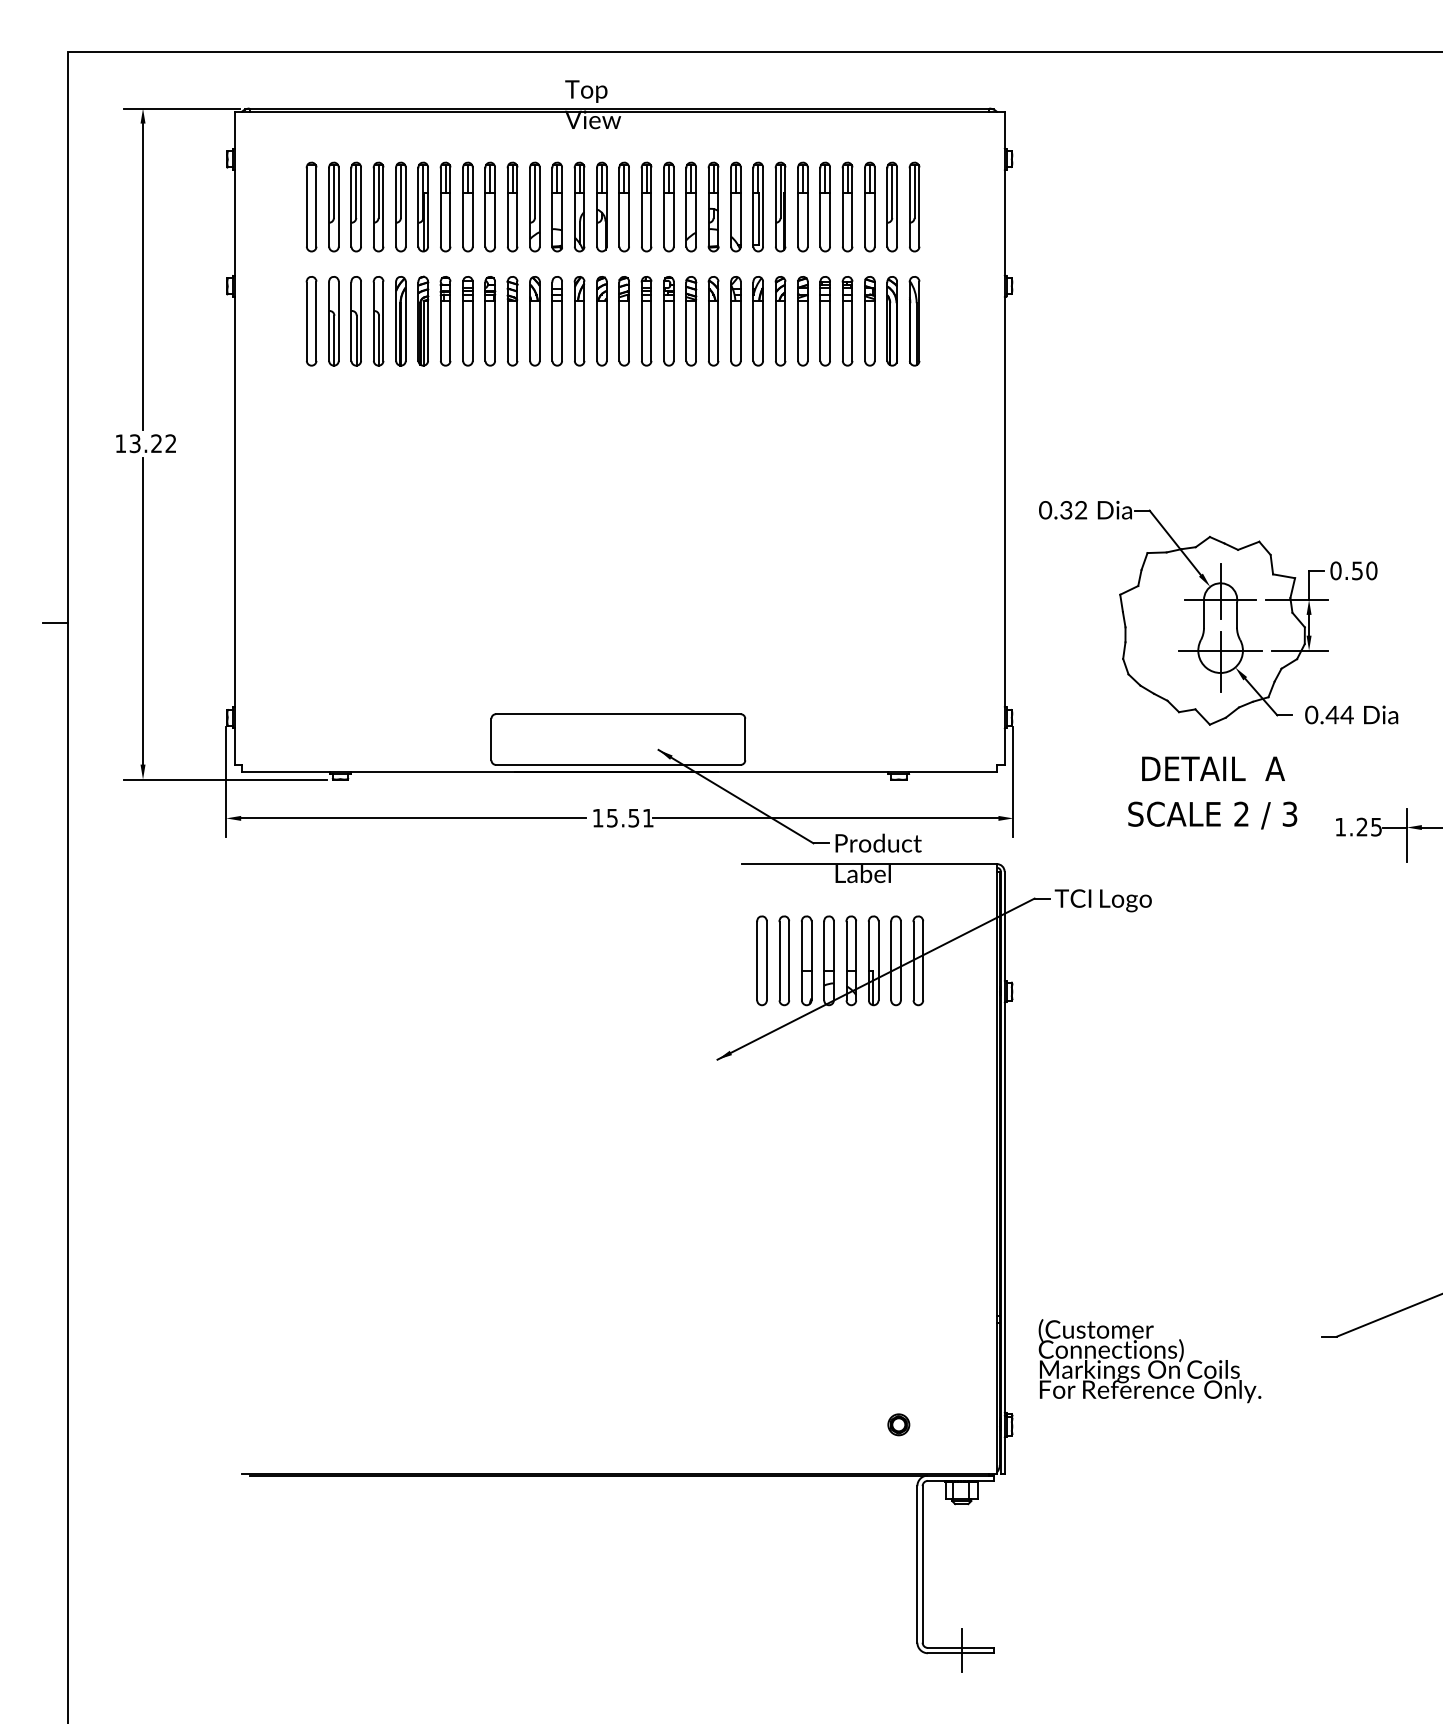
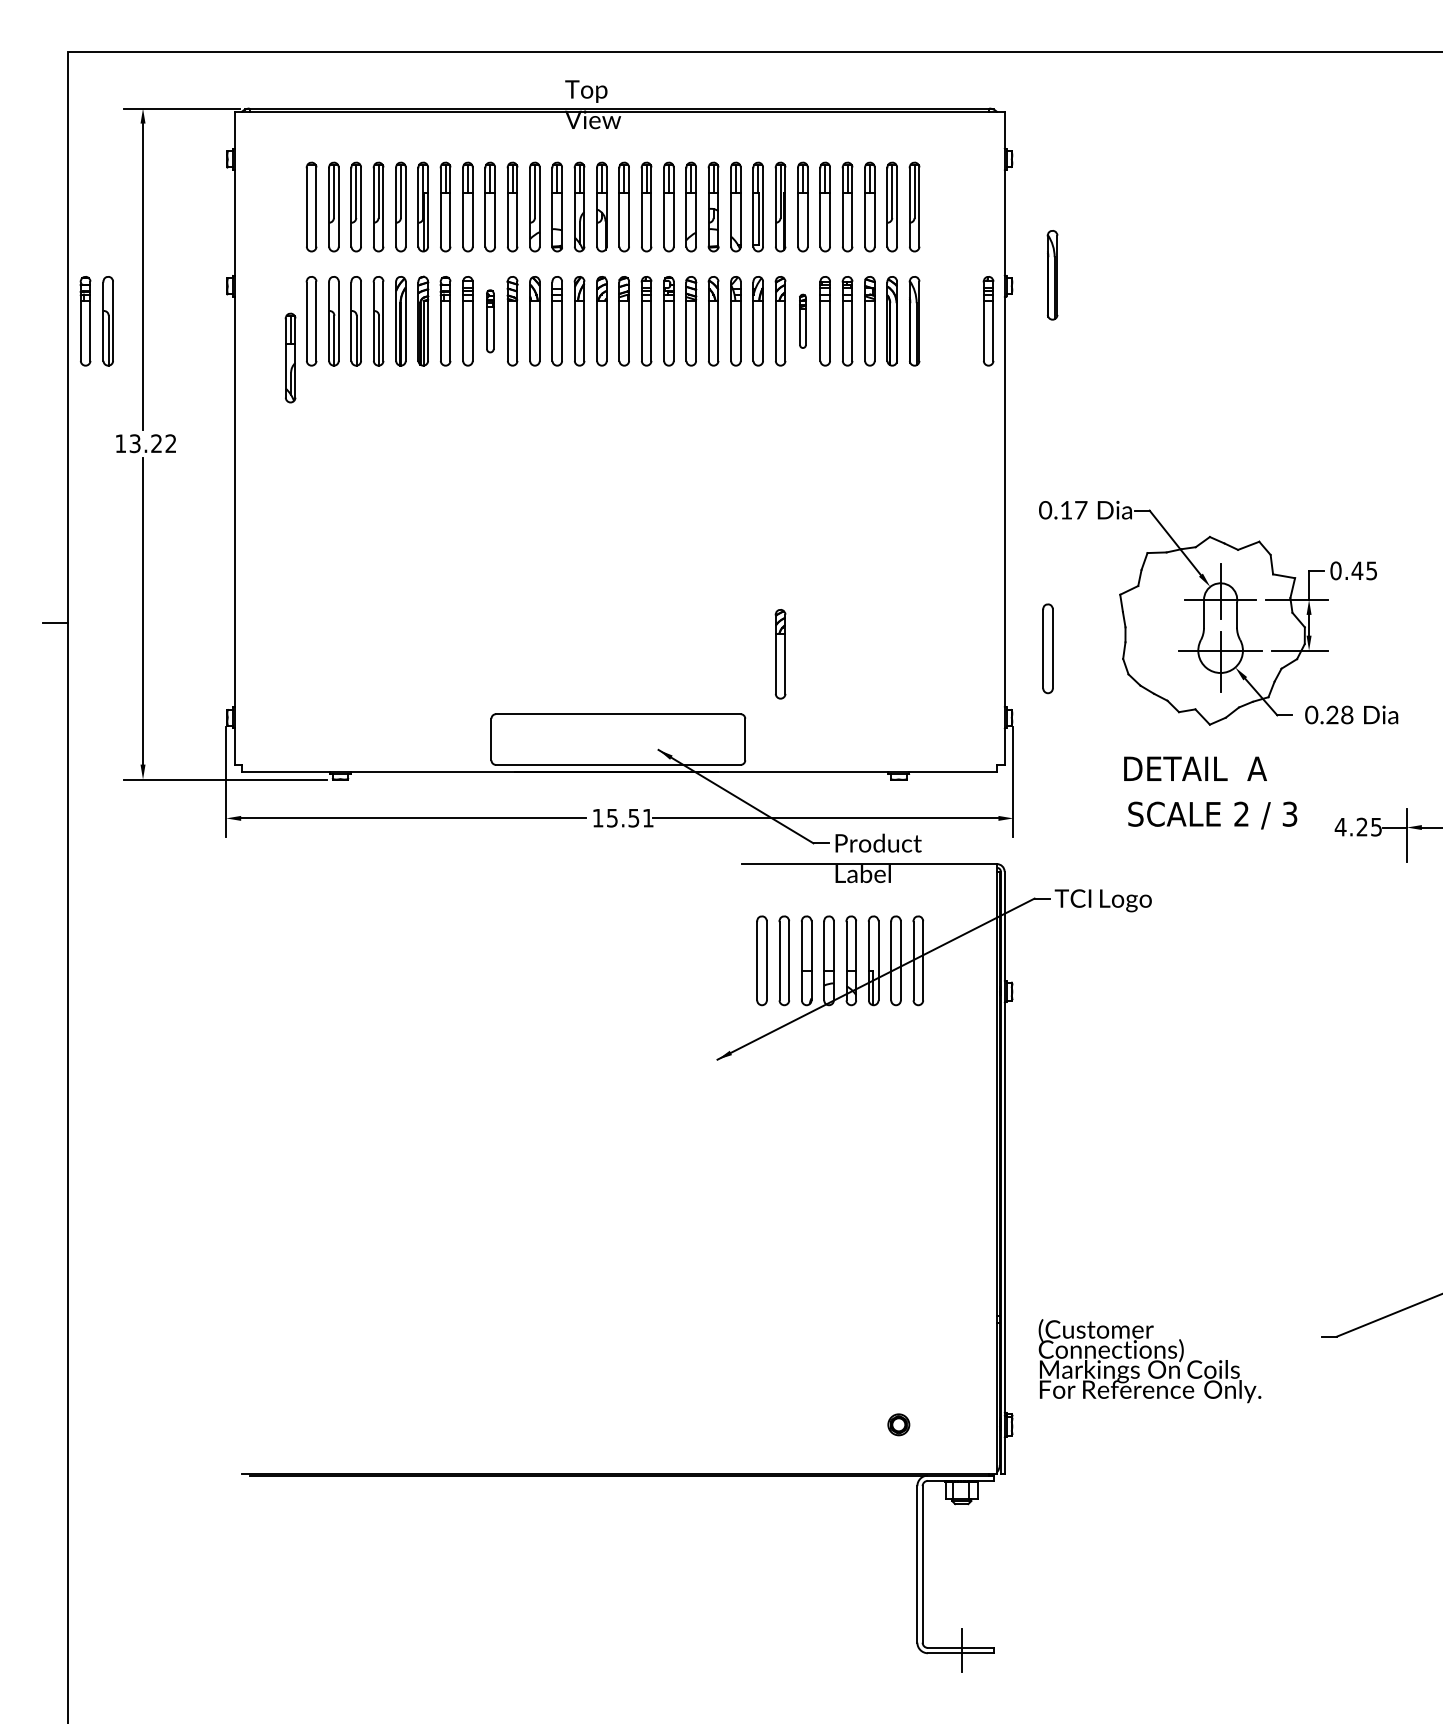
part at (1052, 275): none -> present
part at (85, 321): none -> present
part at (107, 321): none -> present
part at (490, 321) size: 13x91 px -> 9x65 px
part at (802, 321) size: 12x91 px -> 8x56 px
part at (988, 321): none -> present
part at (290, 357): none -> present
text at (1073, 510): 0.32 -> 0.17
text at (1364, 570): 0.50 -> 0.45
part at (1047, 648): none -> present
part at (780, 654): none -> present
text at (1339, 714): 0.44 -> 0.28
text at (1213, 768) position: (1213, 768) -> (1195, 768)
text at (1340, 827): 1.25 -> 4.25
